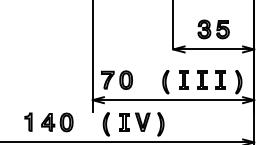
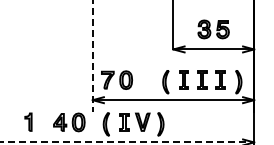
line at (92, 55): solid -> dashed
part at (57, 122) position: (57, 122) -> (69, 122)
line at (127, 142): solid -> dashed
